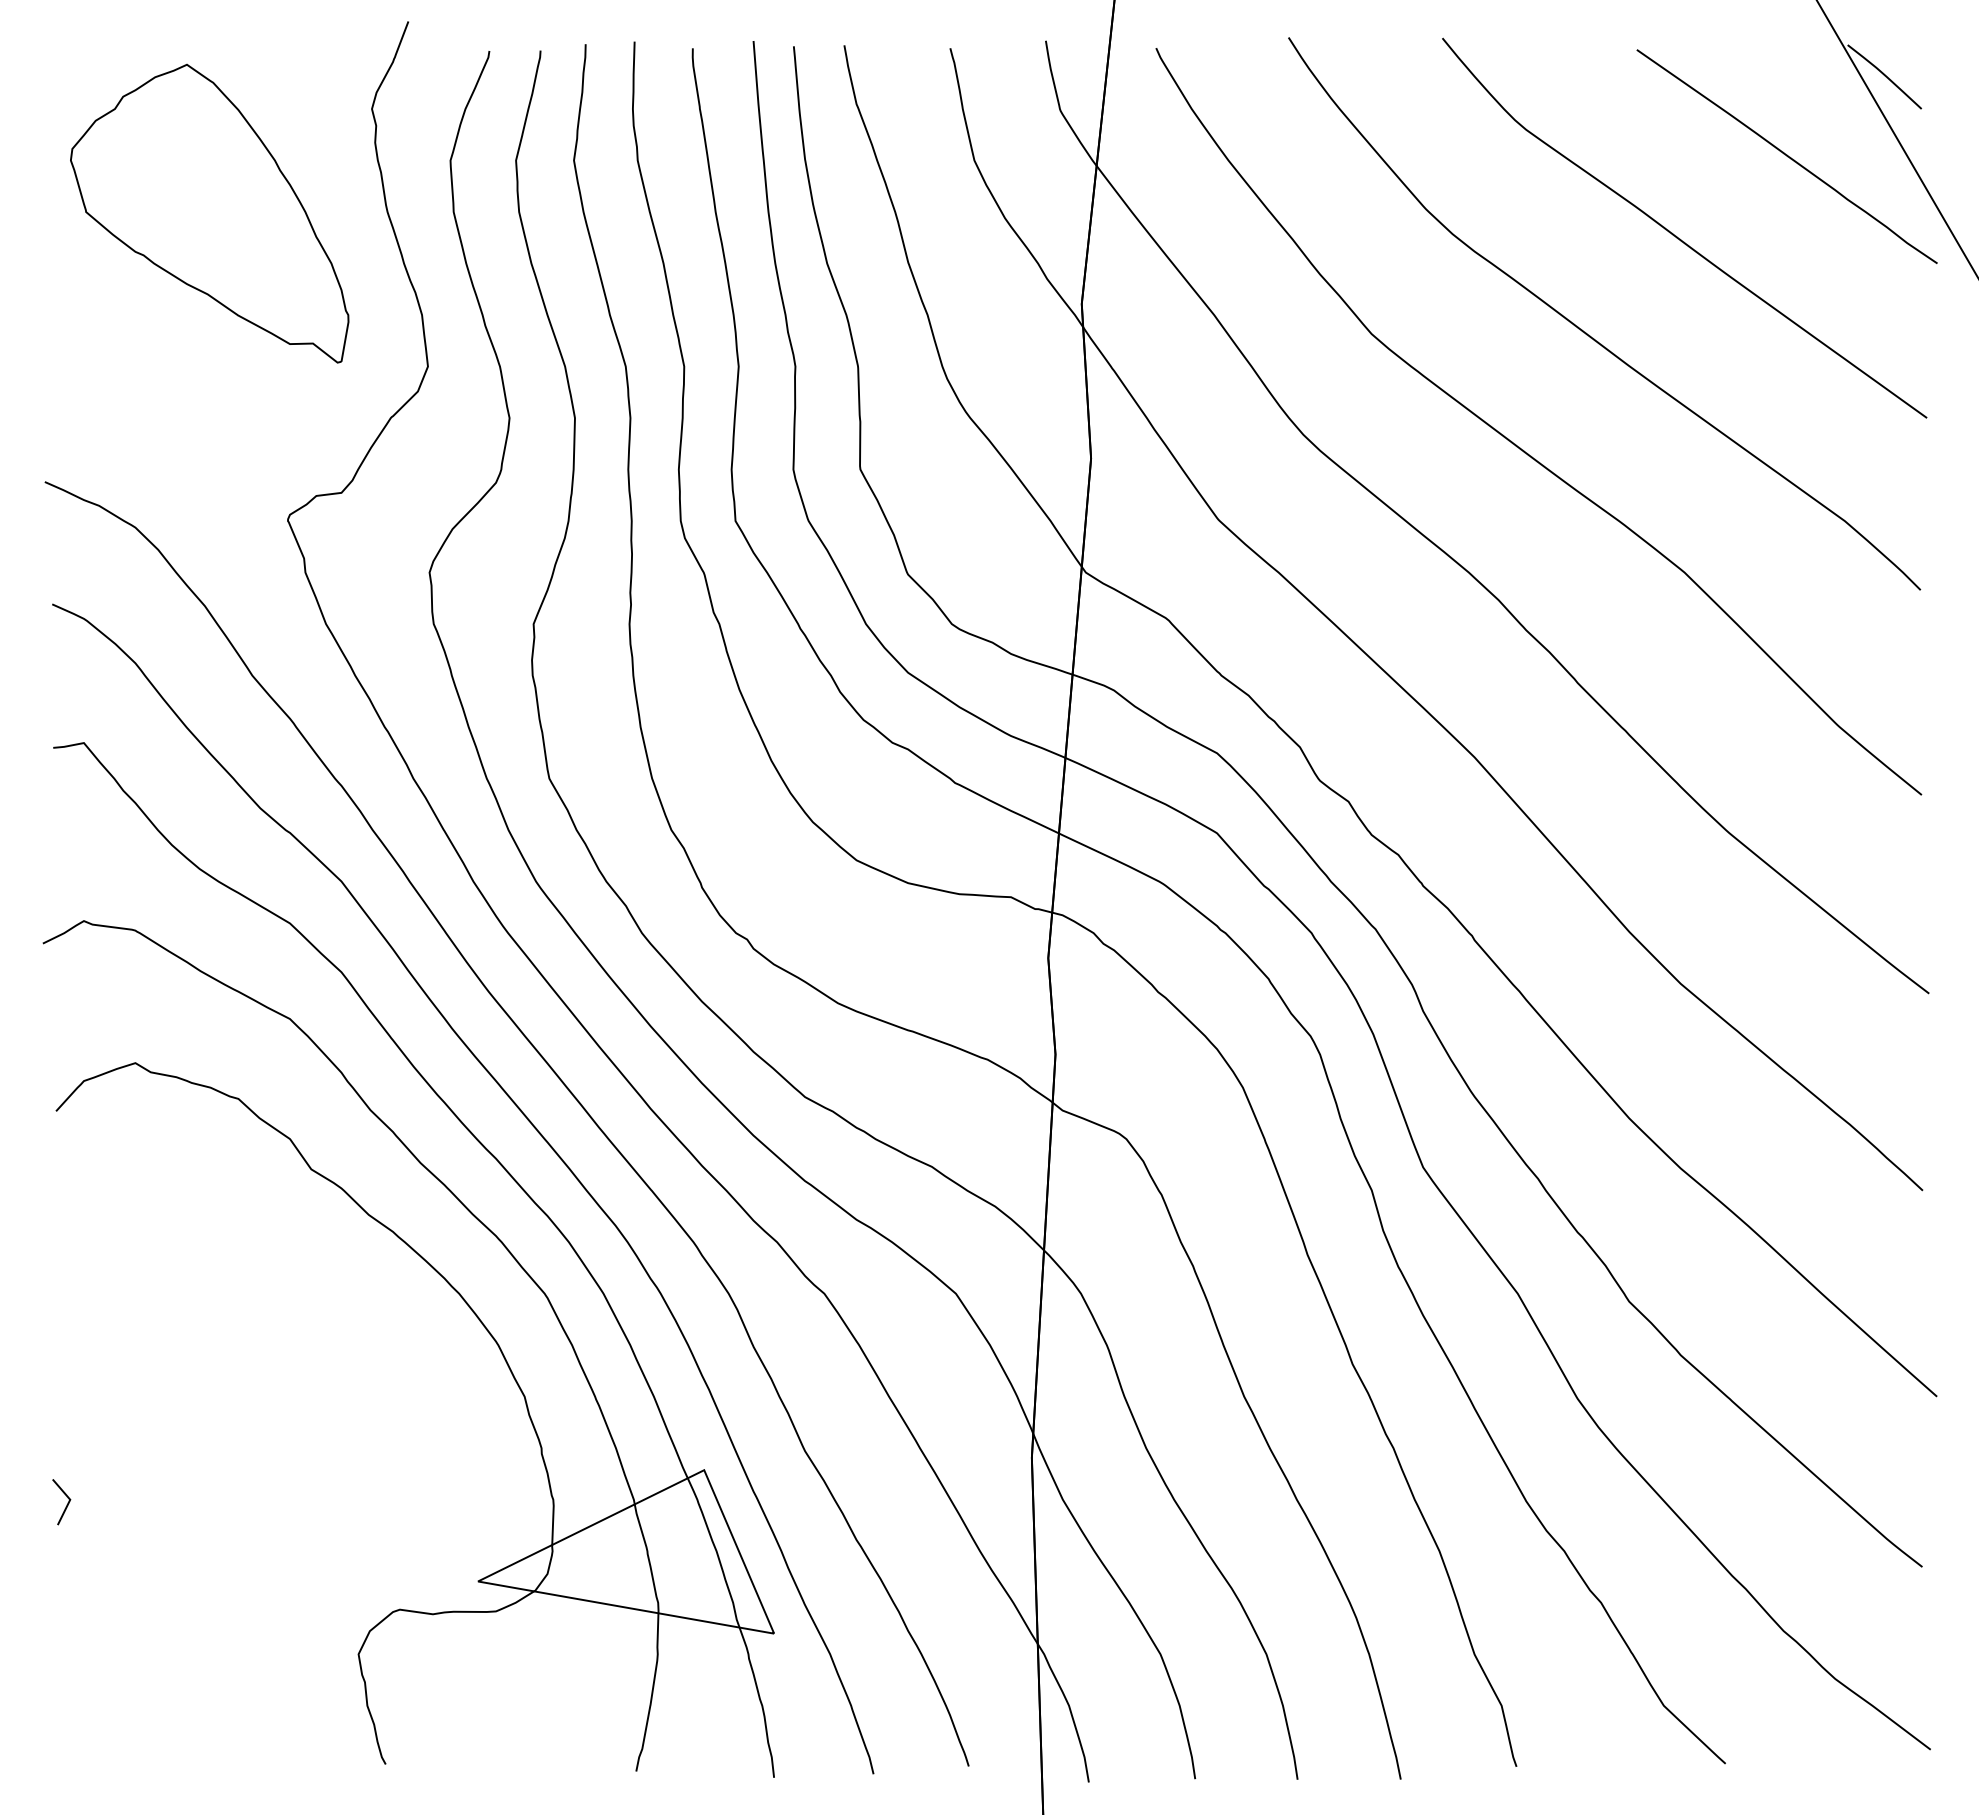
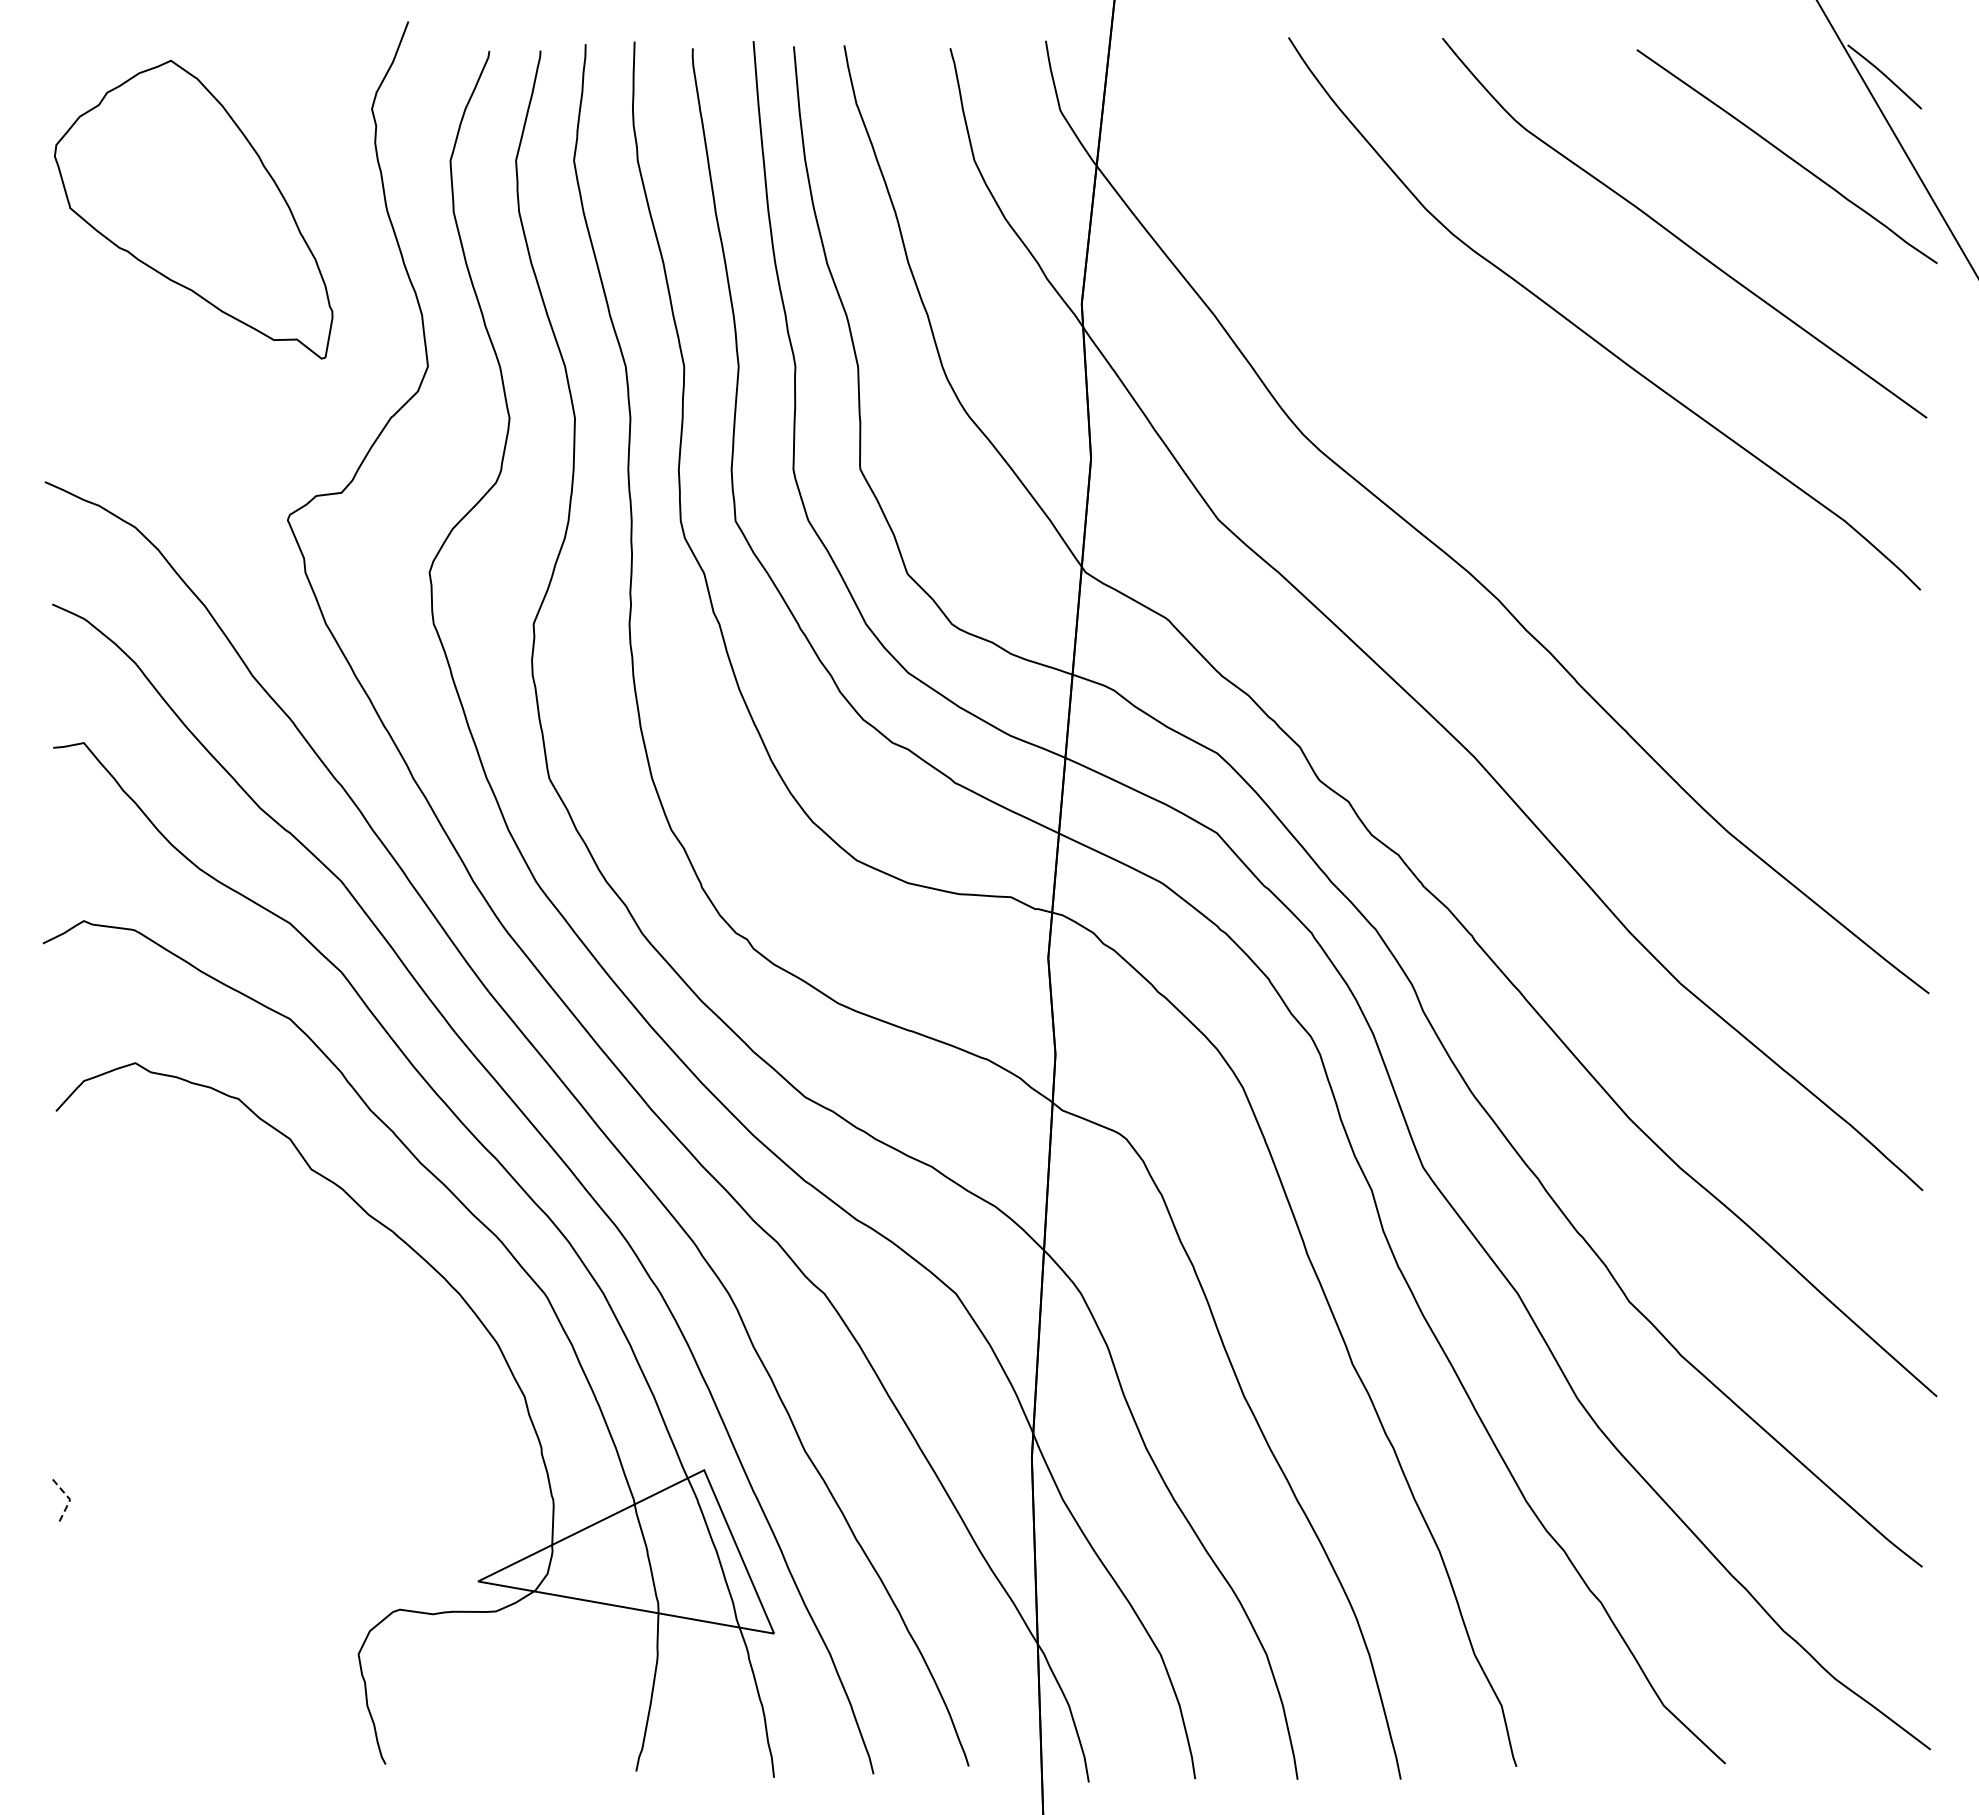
part at (209, 213) position: (209, 213) -> (193, 209)
curve at (1520, 447): present -> none
line at (69, 1500): solid -> dashed
